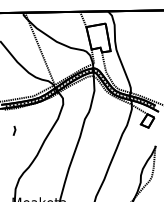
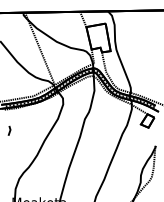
line at (14, 130) position: (14, 130) -> (9, 130)
